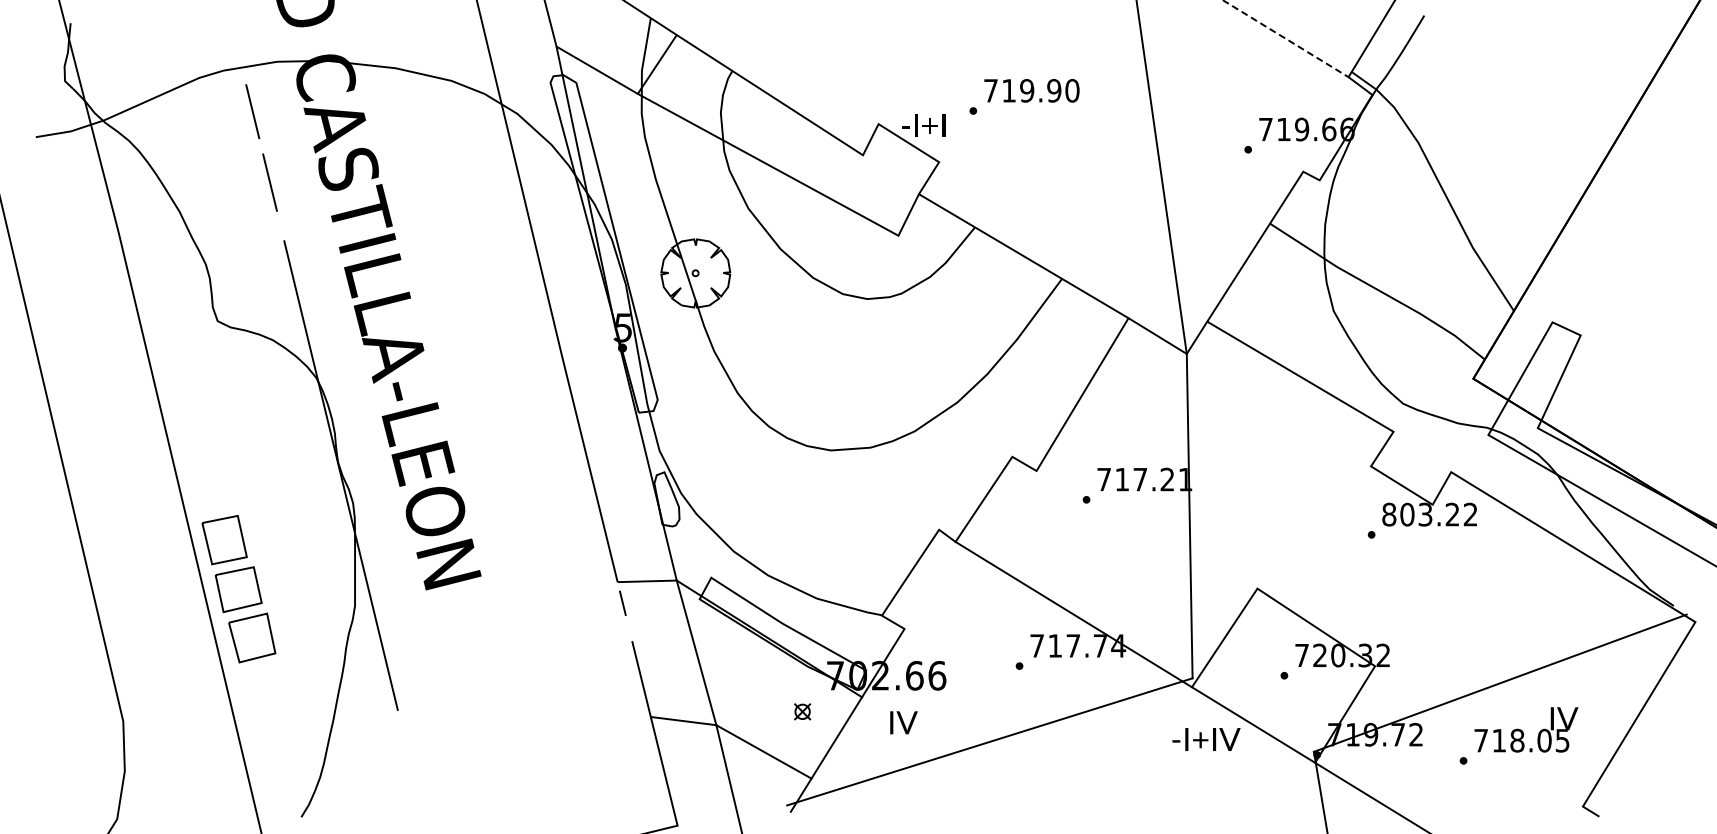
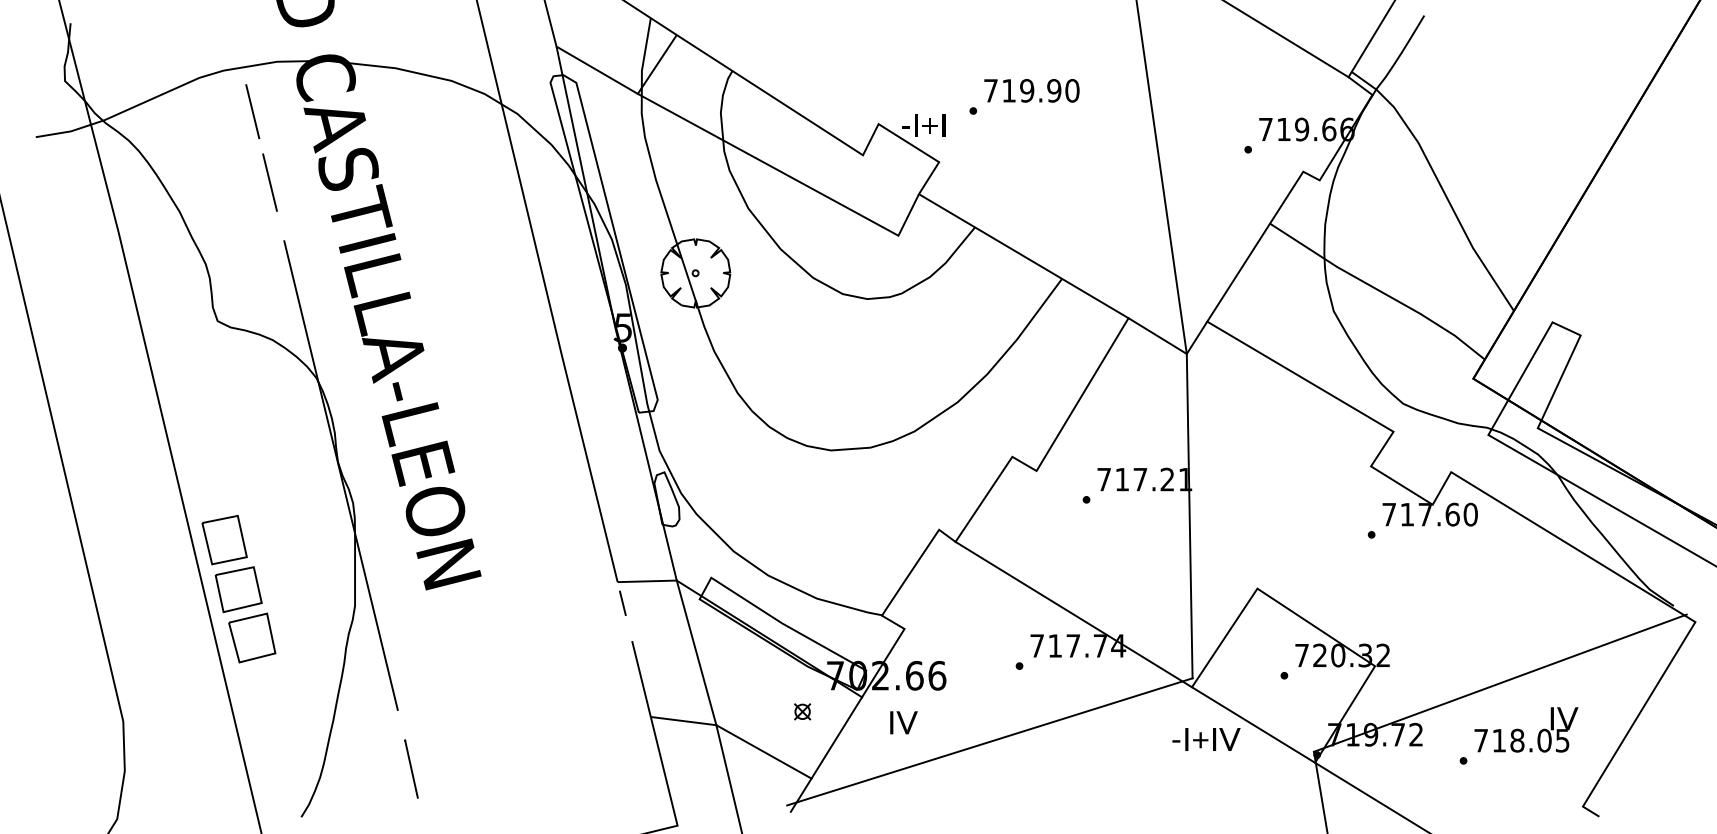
line at (1285, 38): dashed -> solid
text at (1429, 514): 803.22 -> 717.60
line at (411, 768): none -> present
